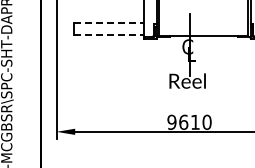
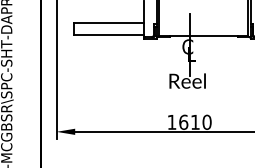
line at (109, 22): dashed -> solid
line at (109, 35): dashed -> solid
text at (171, 121): 9610 -> 1610
